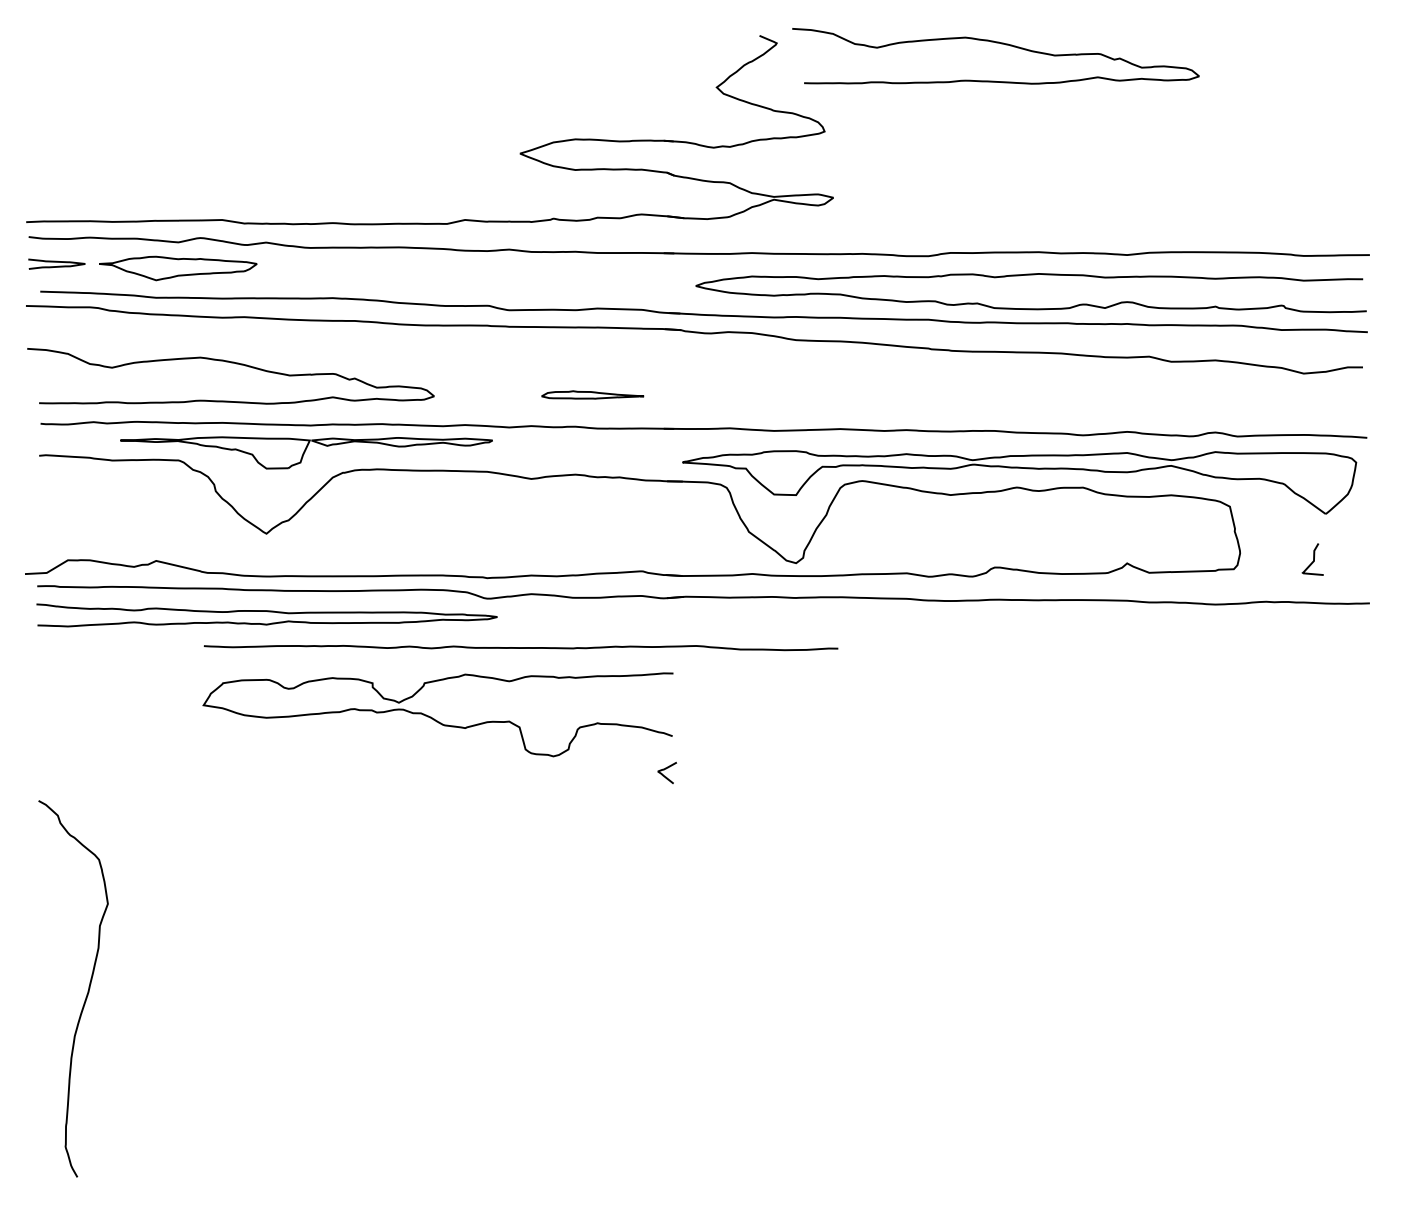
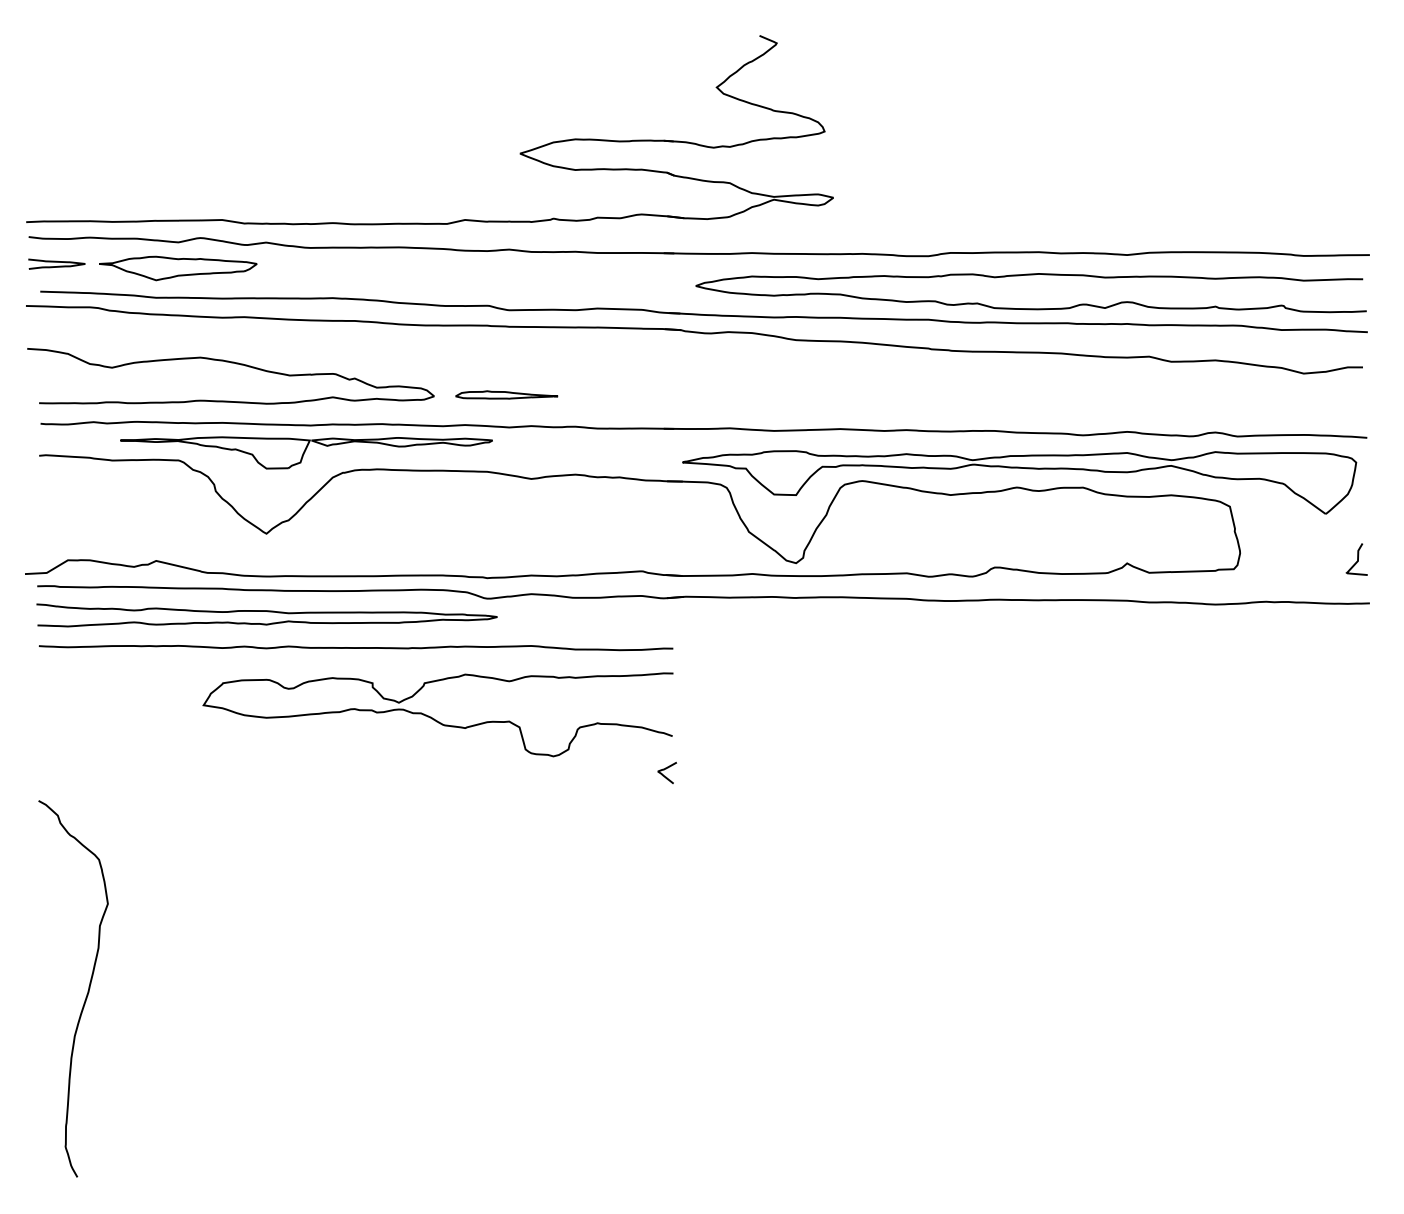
curve at (996, 43): present -> none
part at (592, 394) position: (592, 394) -> (506, 394)
curve at (1313, 559) position: (1313, 559) -> (1357, 559)
curve at (520, 648) position: (520, 648) -> (355, 648)
